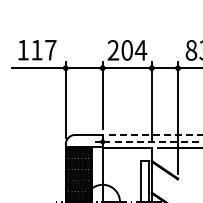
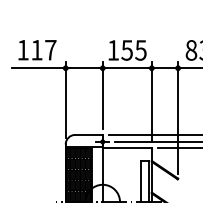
text at (127, 50): 204 -> 155
line at (155, 134): dashed -> solid
line at (159, 141): dashed -> solid
